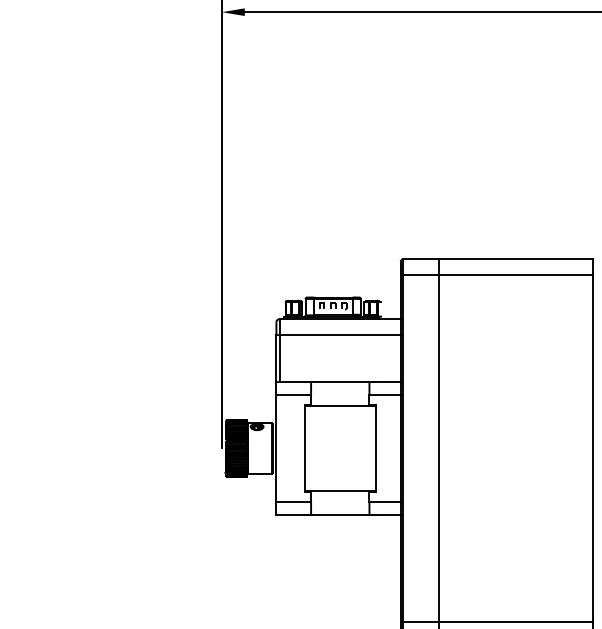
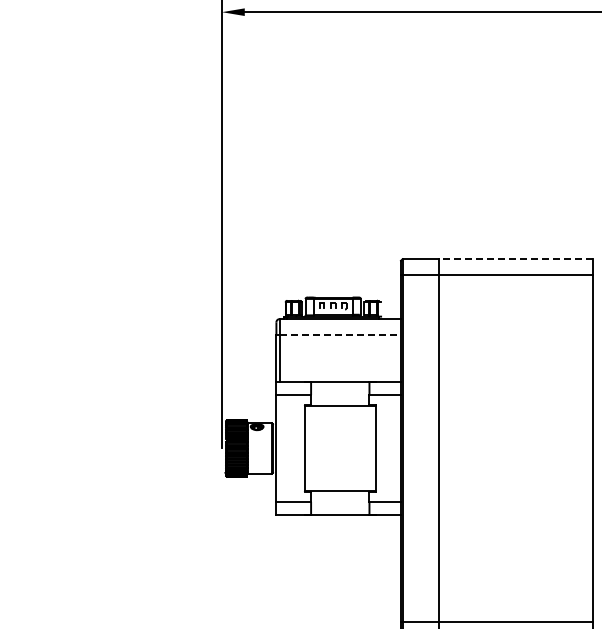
line at (515, 259): solid -> dashed
line at (340, 334): solid -> dashed
